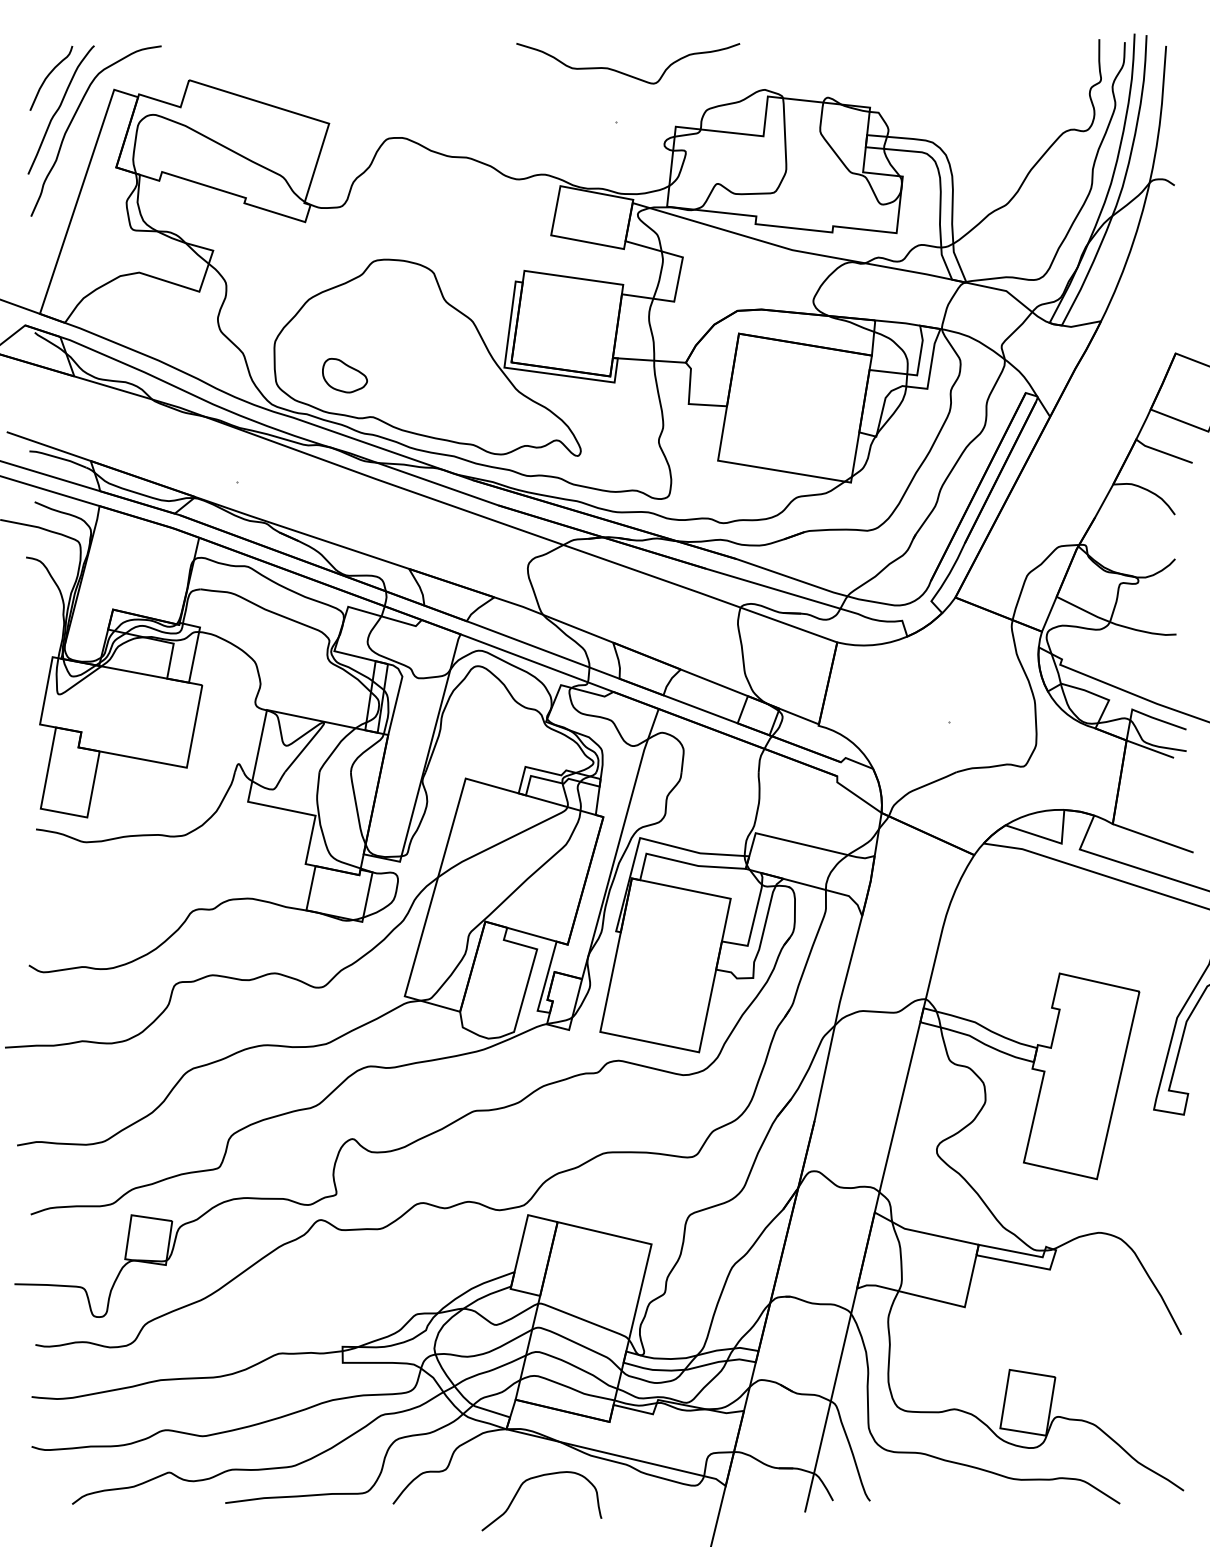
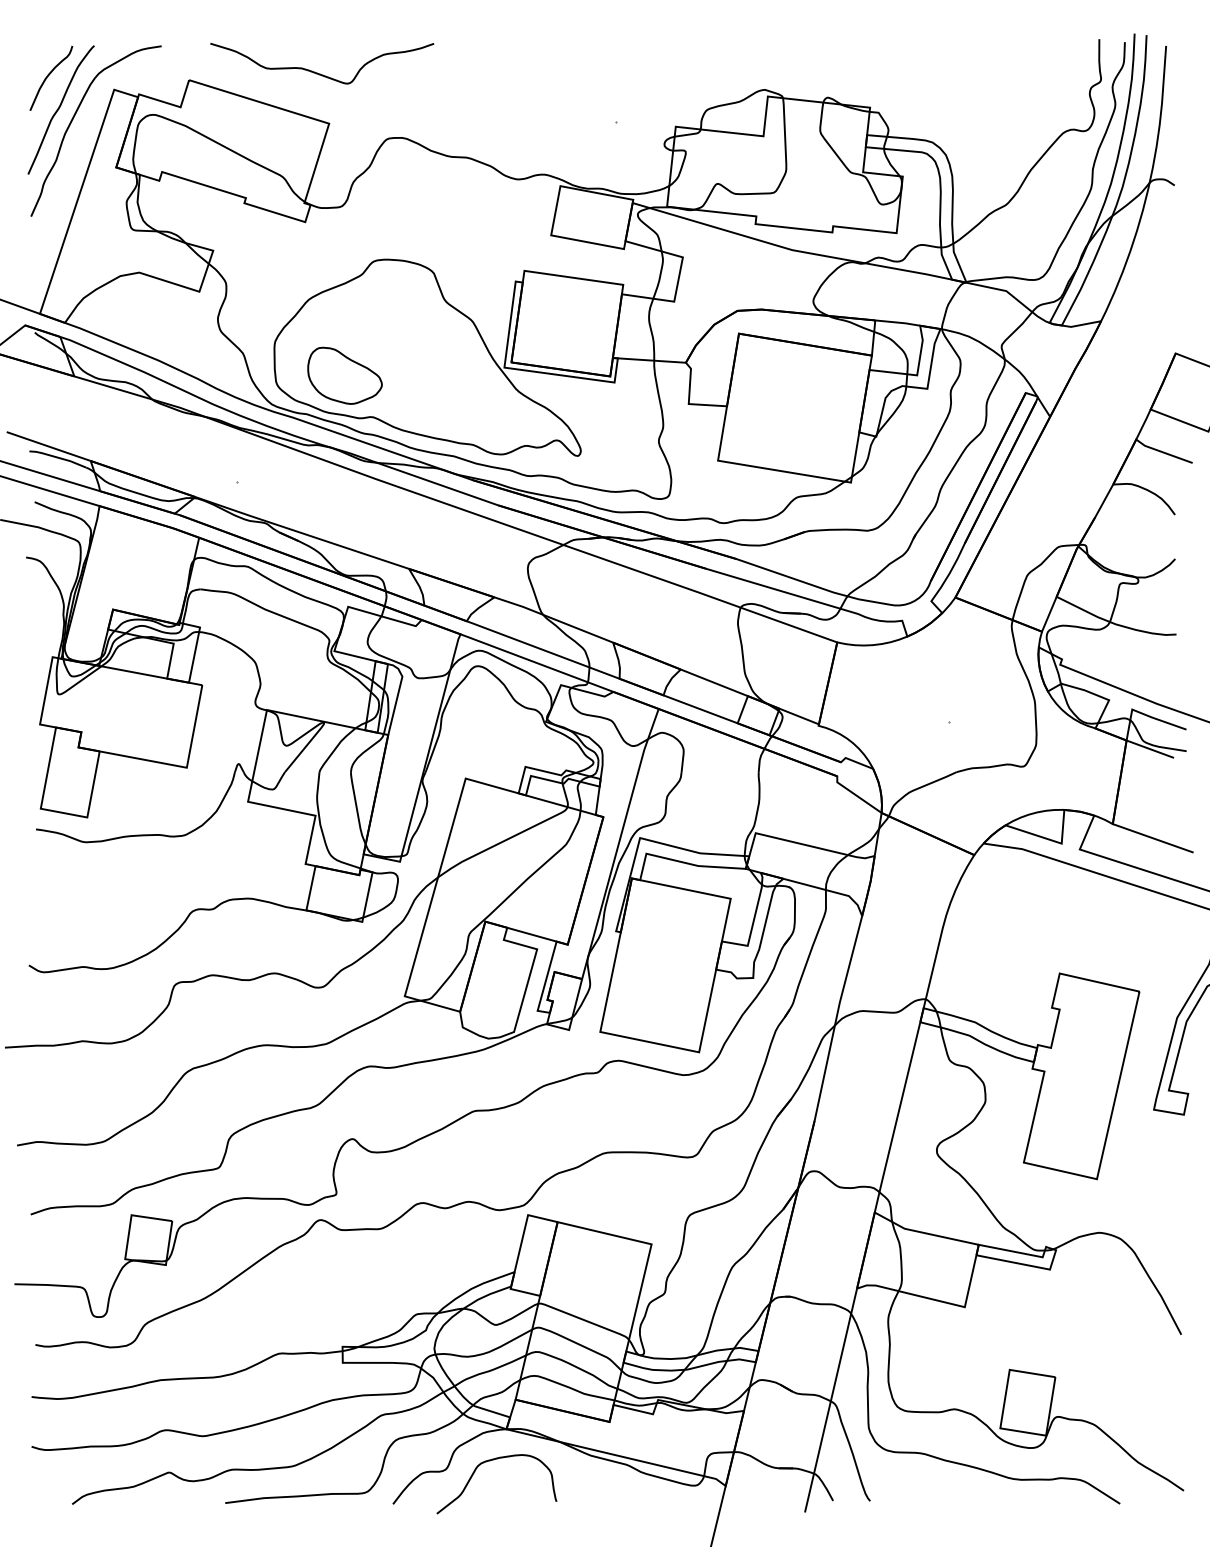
curve at (626, 73) position: (626, 73) -> (320, 73)
part at (344, 375) size: 46x36 px -> 76x59 px
curve at (535, 1478) position: (535, 1478) -> (490, 1461)
